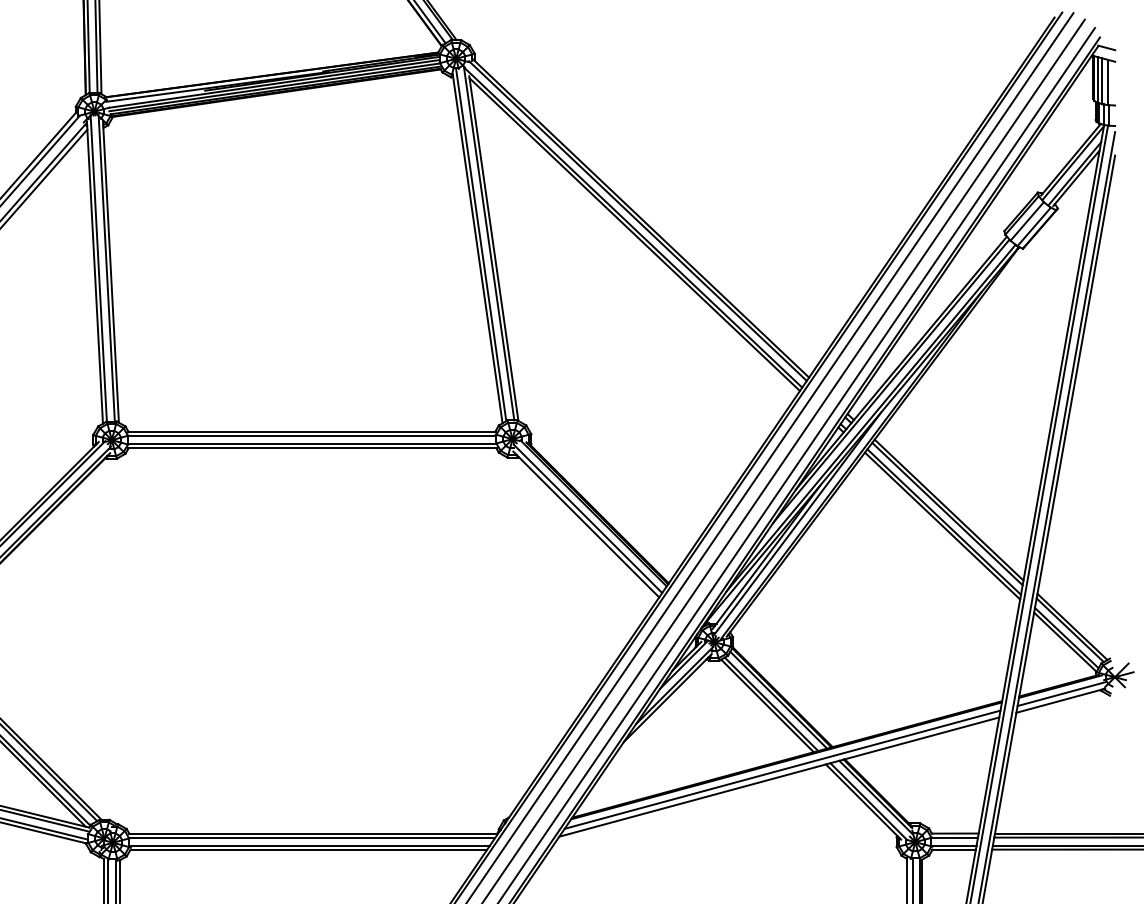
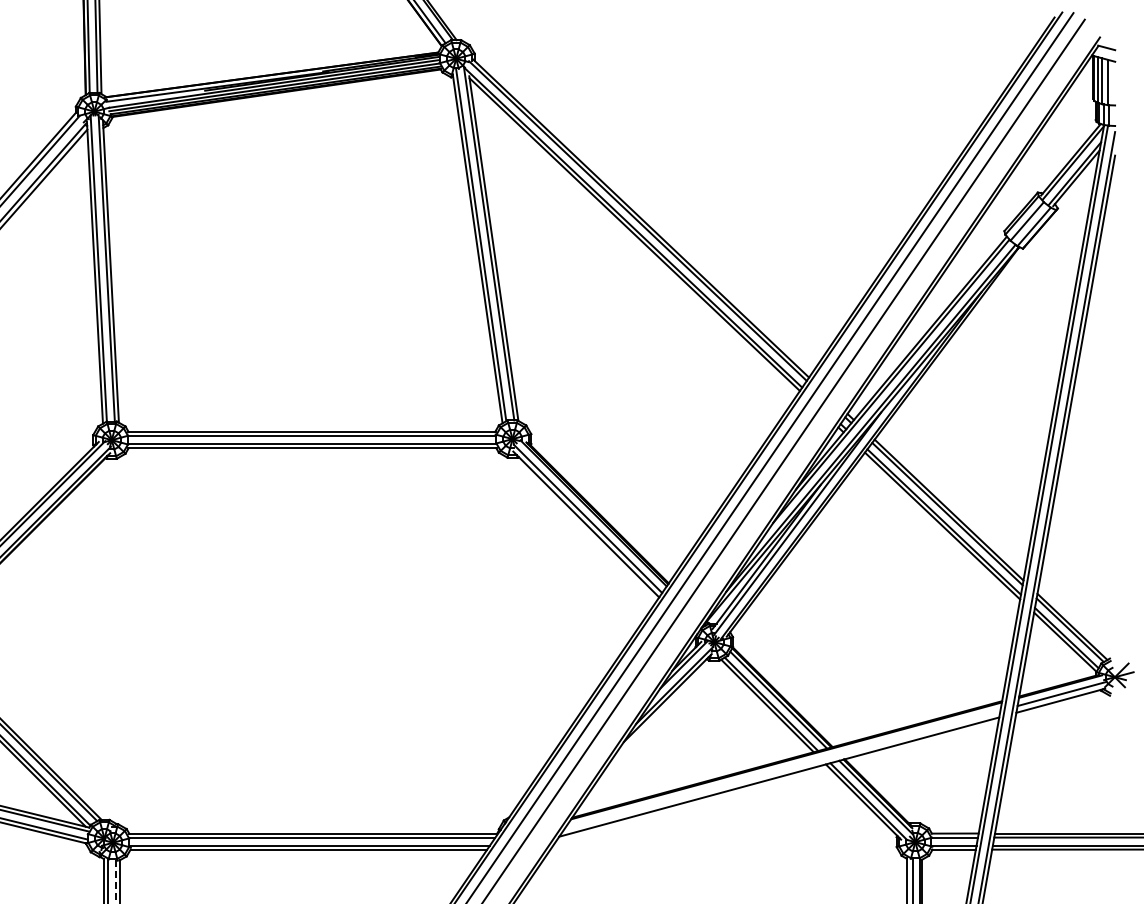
line at (797, 463): present -> none
line at (782, 769): present -> none
line at (115, 881): solid -> dashed
